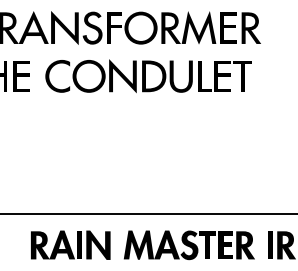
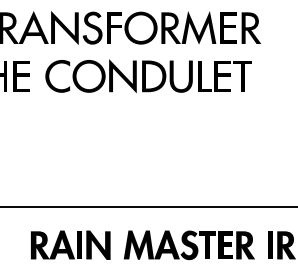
line at (148, 213) position: (148, 213) -> (148, 206)
